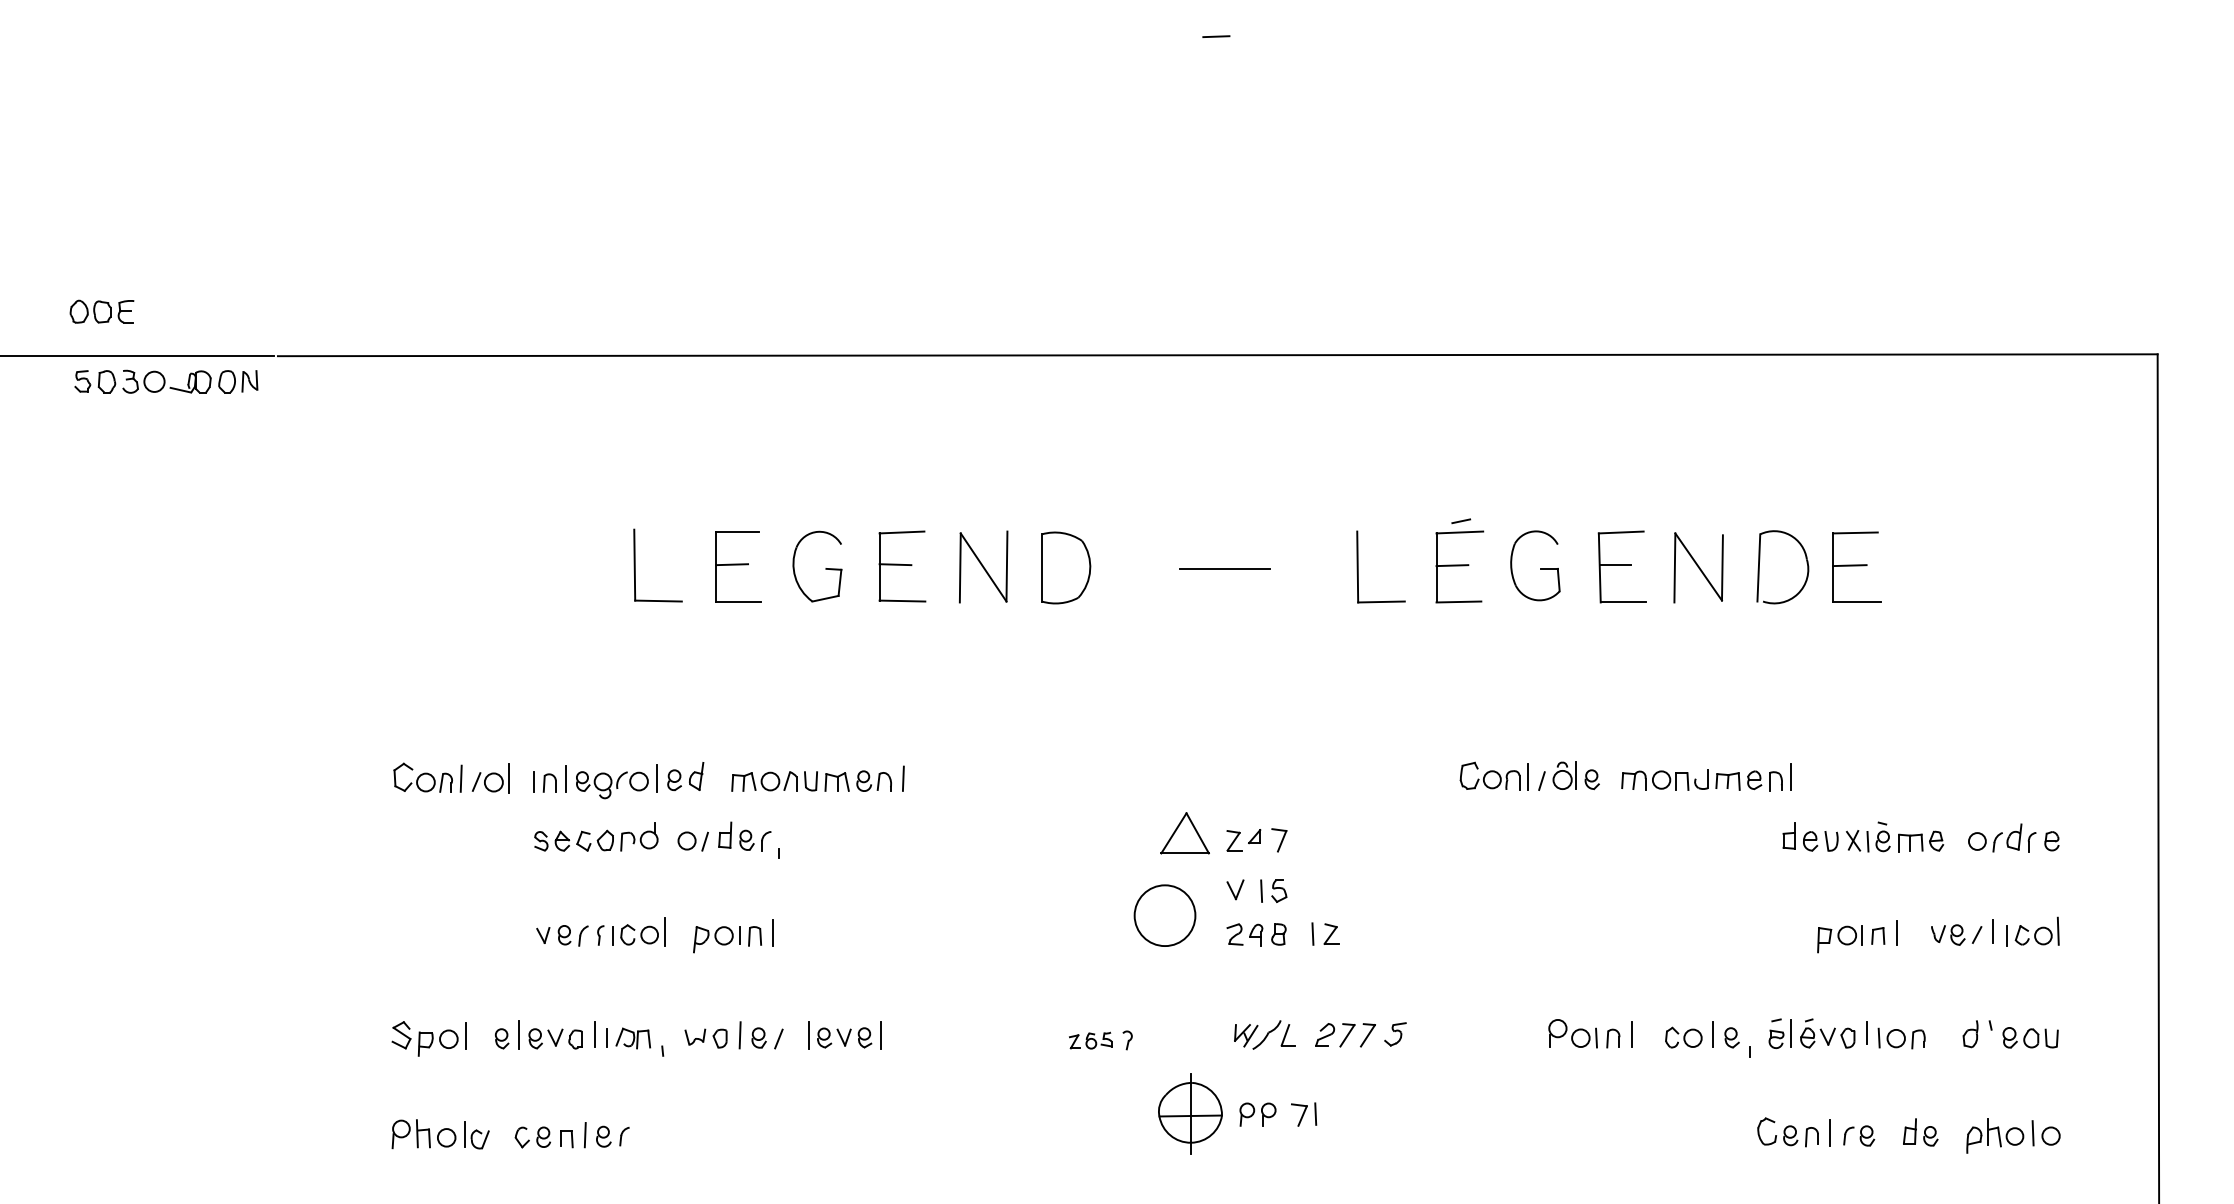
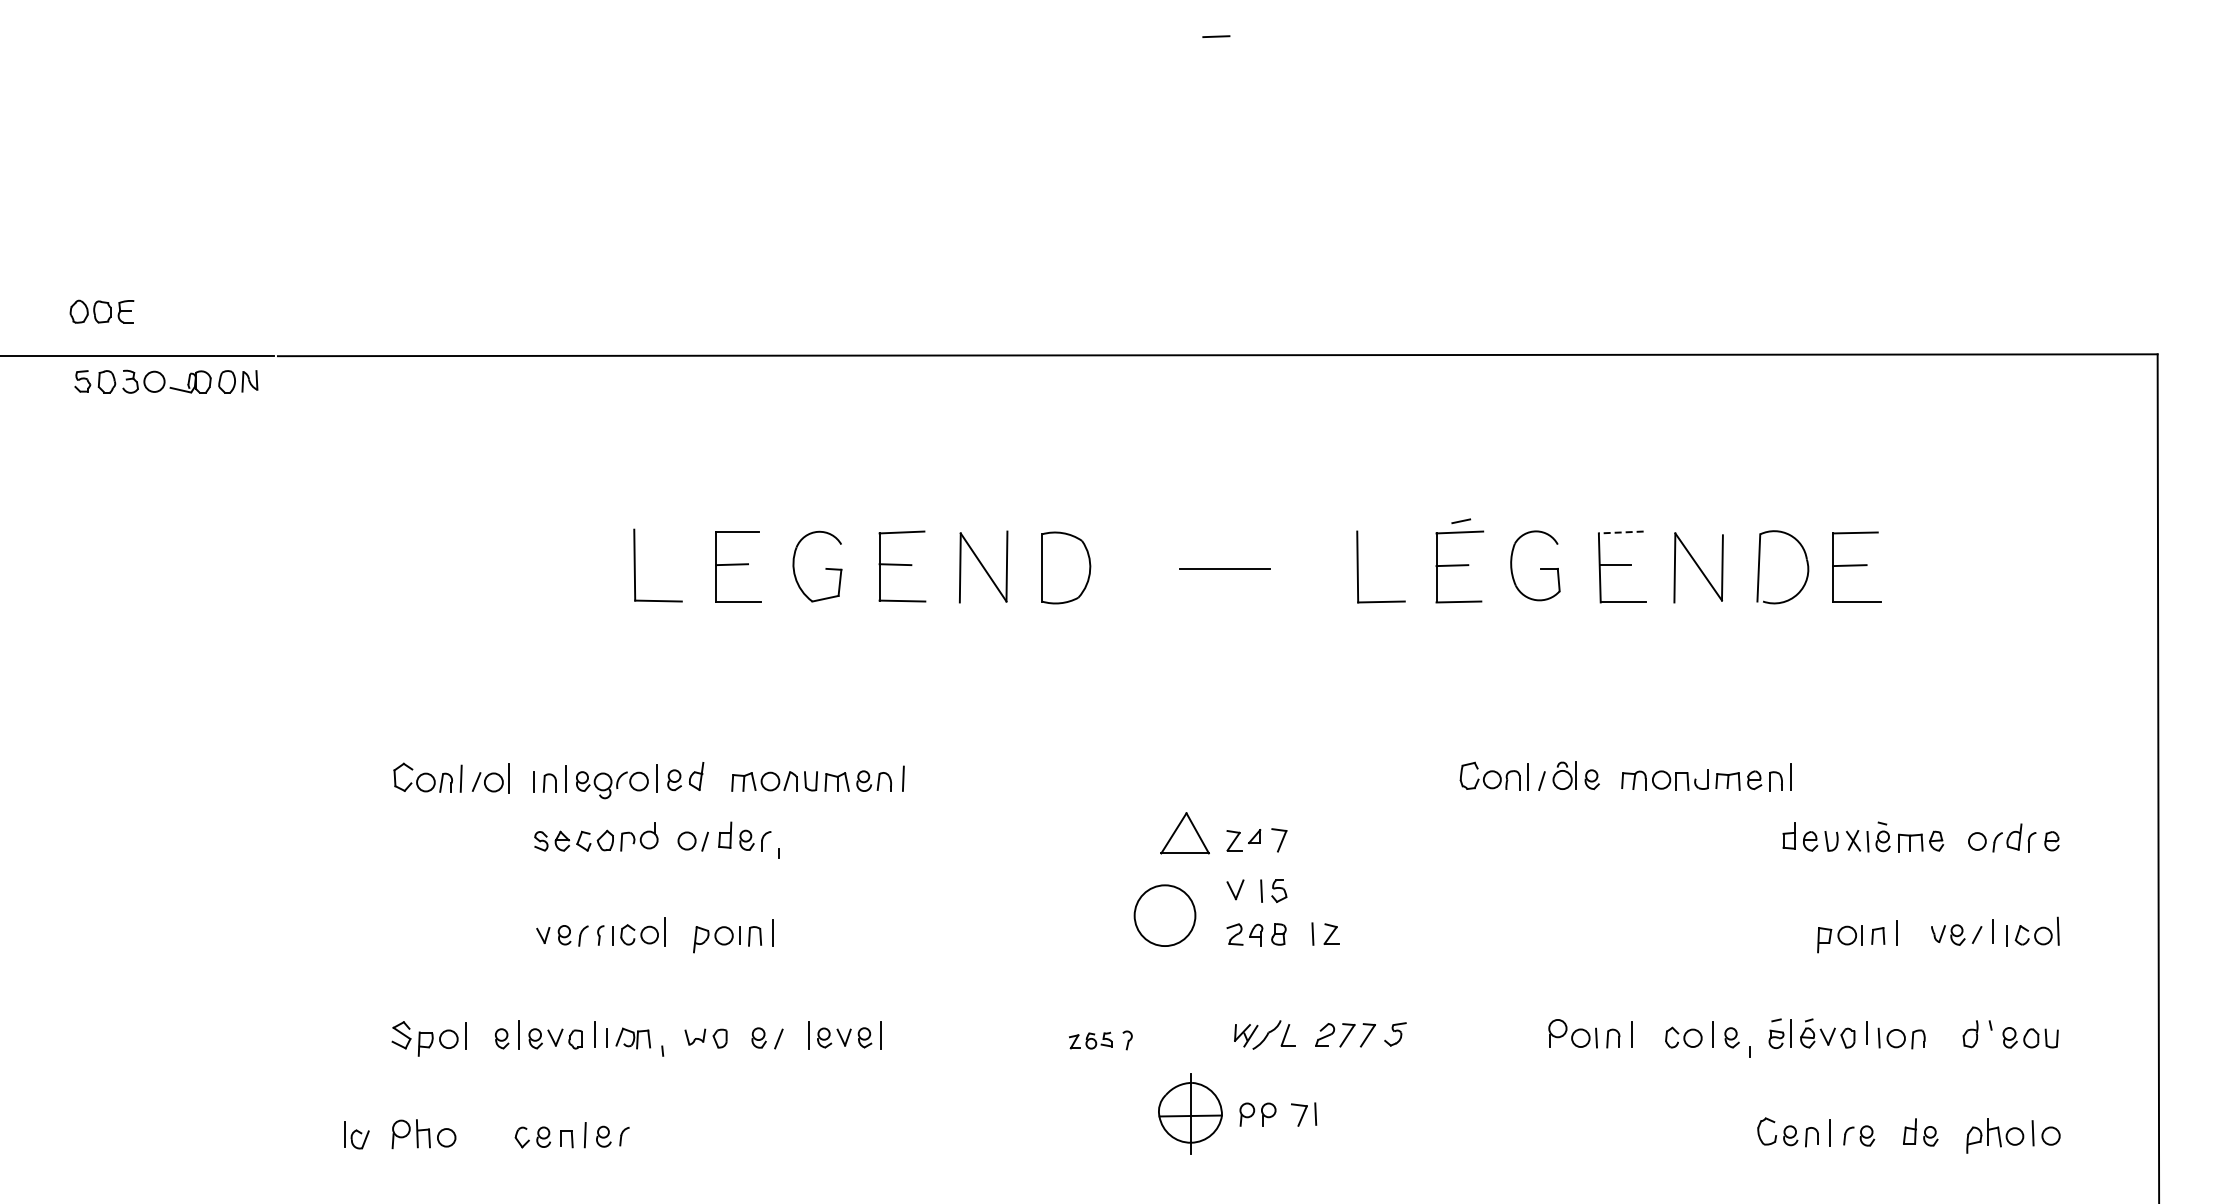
line at (1620, 532): solid -> dashed
line at (739, 1035): present -> none
part at (476, 1135) position: (476, 1135) -> (356, 1135)
